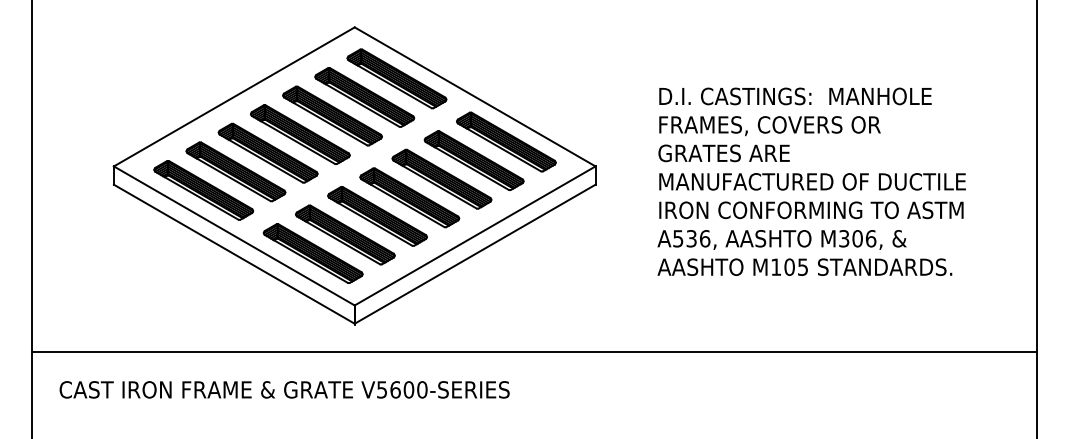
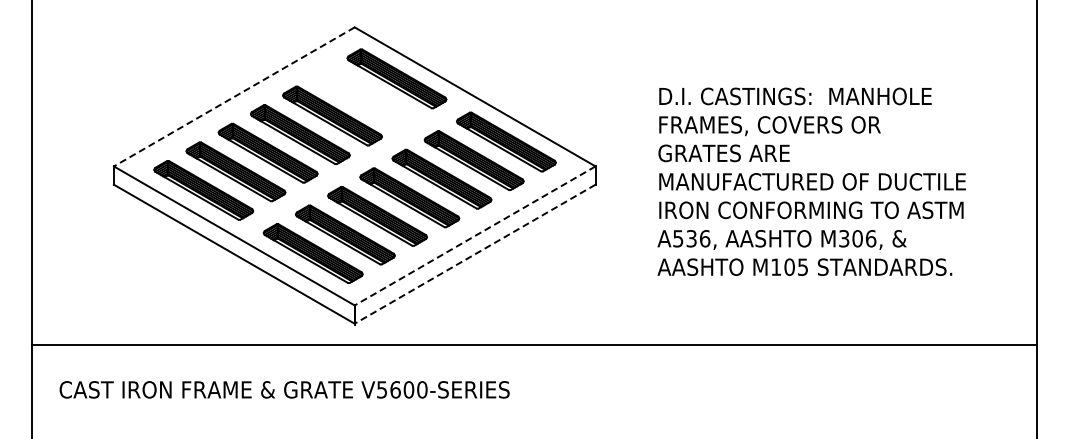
line at (233, 97): solid -> dashed
part at (364, 97): present -> none
line at (474, 236): solid -> dashed
line at (474, 254): solid -> dashed
line at (534, 352) position: (534, 352) -> (534, 345)
